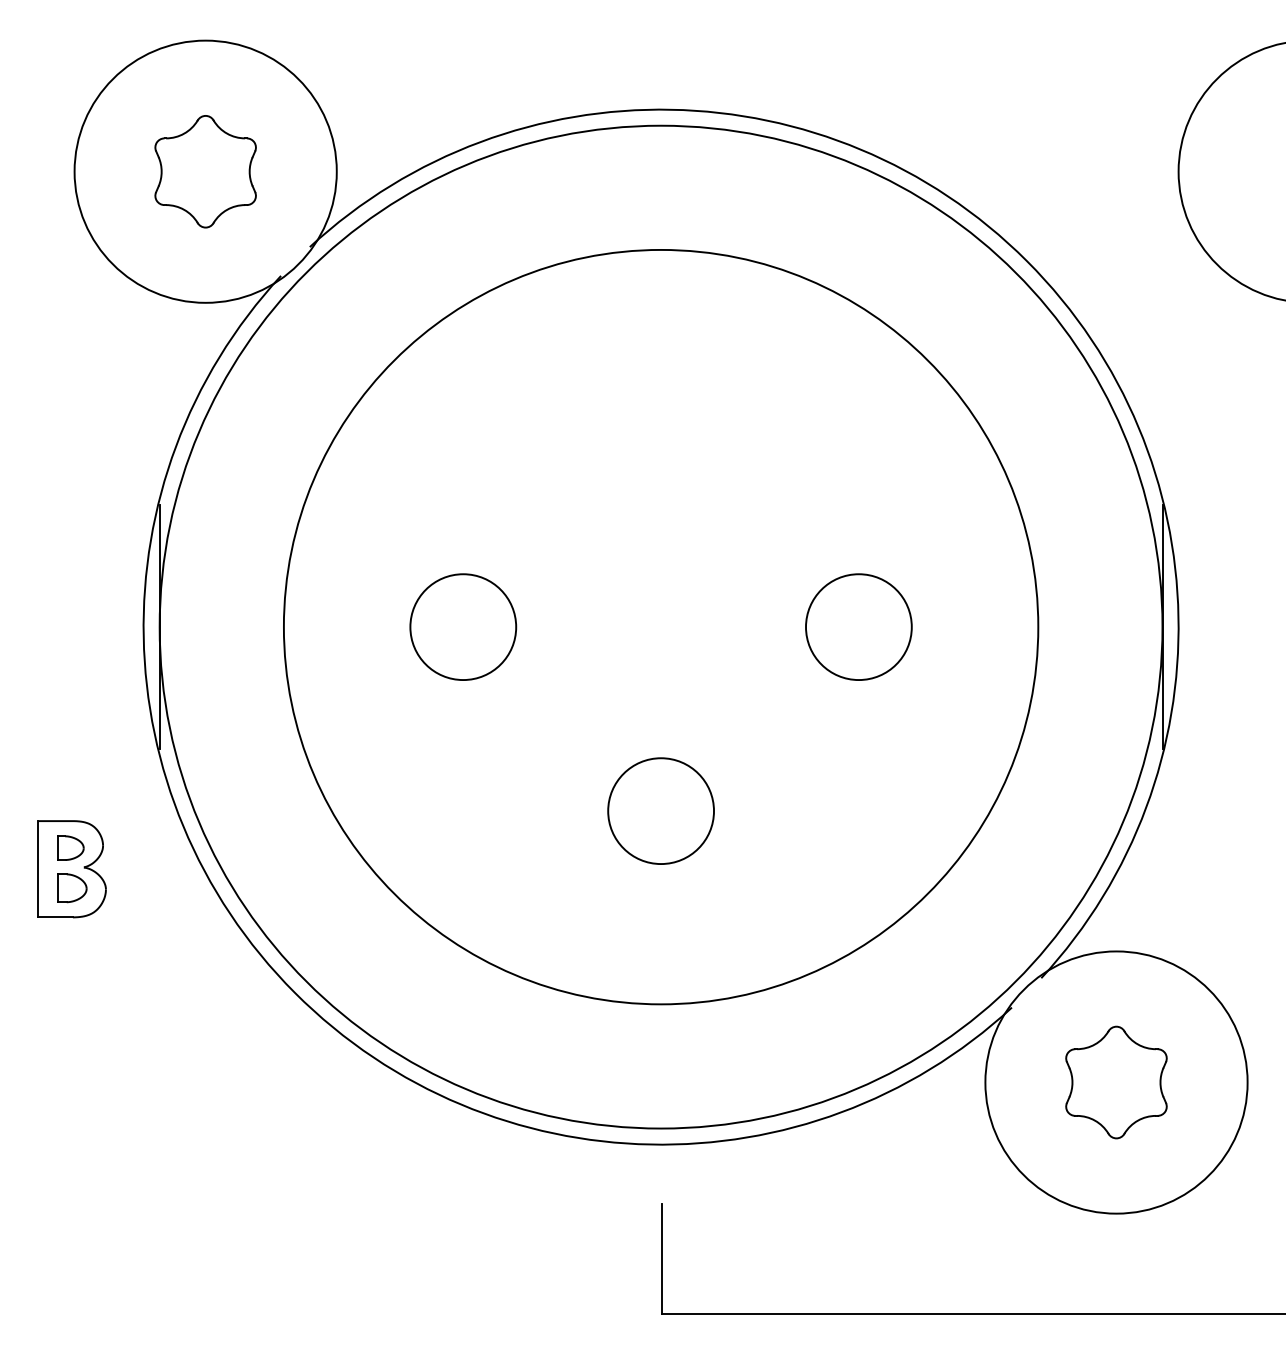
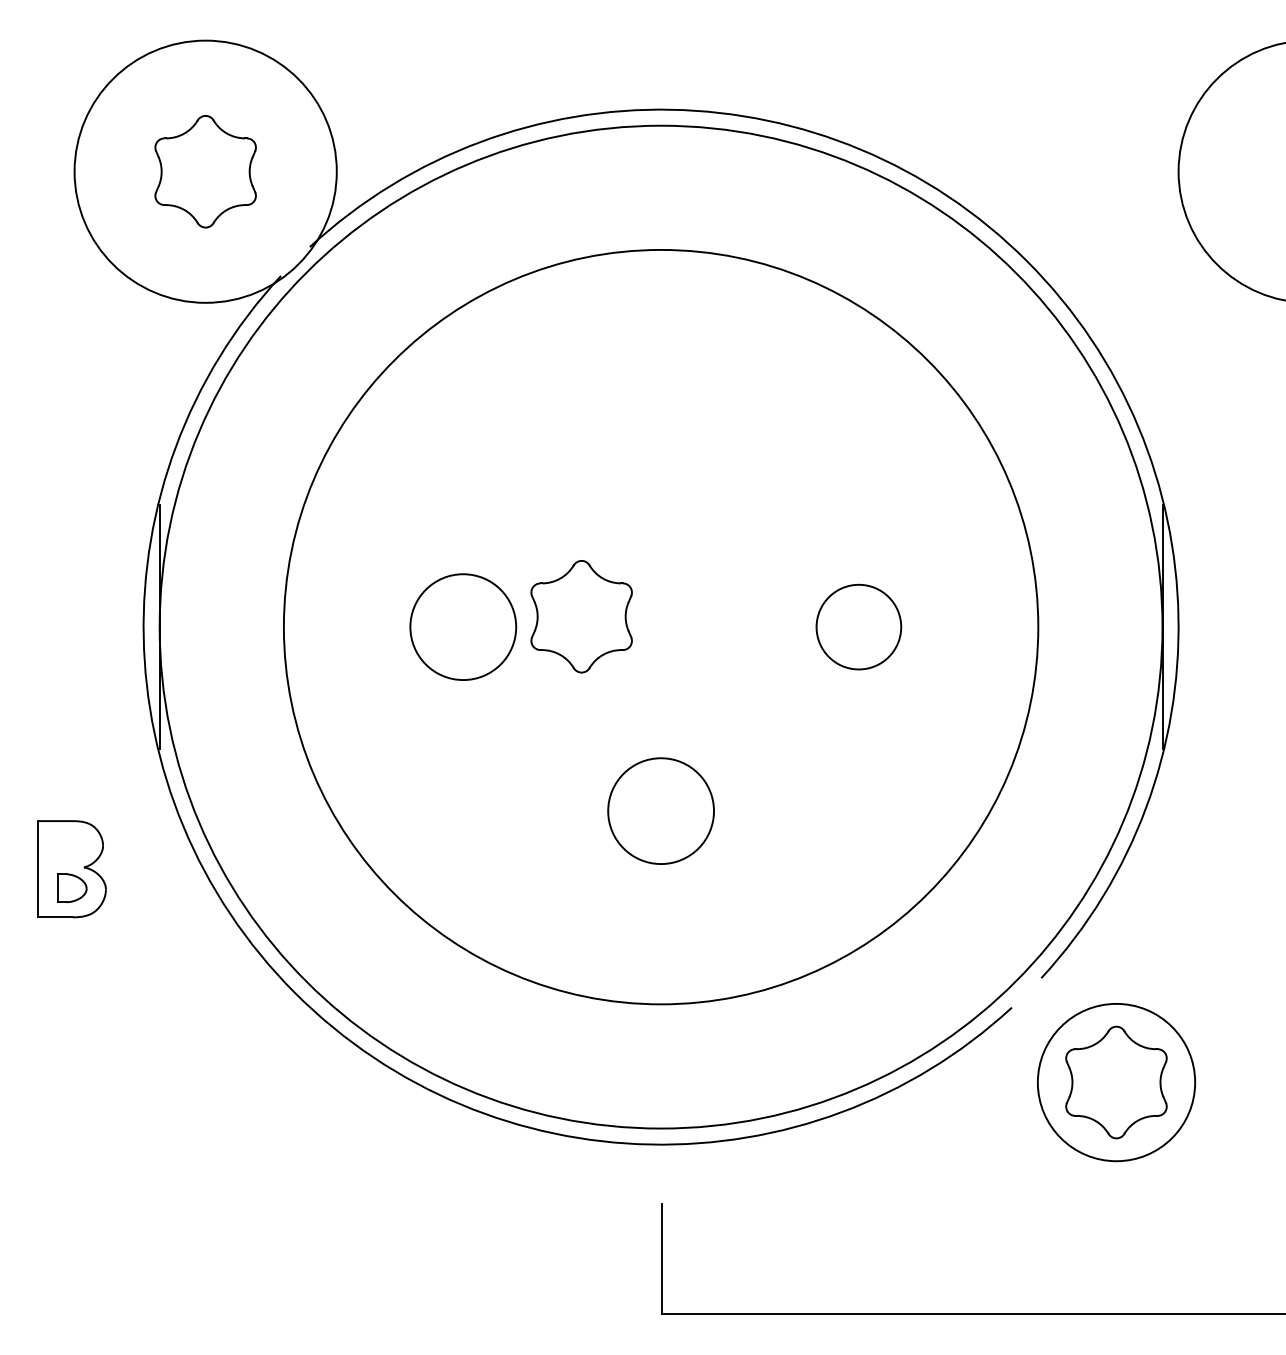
part at (581, 616): none -> present
circle at (858, 627) diameter: 106 px -> 85 px
part at (70, 847): present -> none
circle at (1116, 1082) diameter: 262 px -> 157 px
